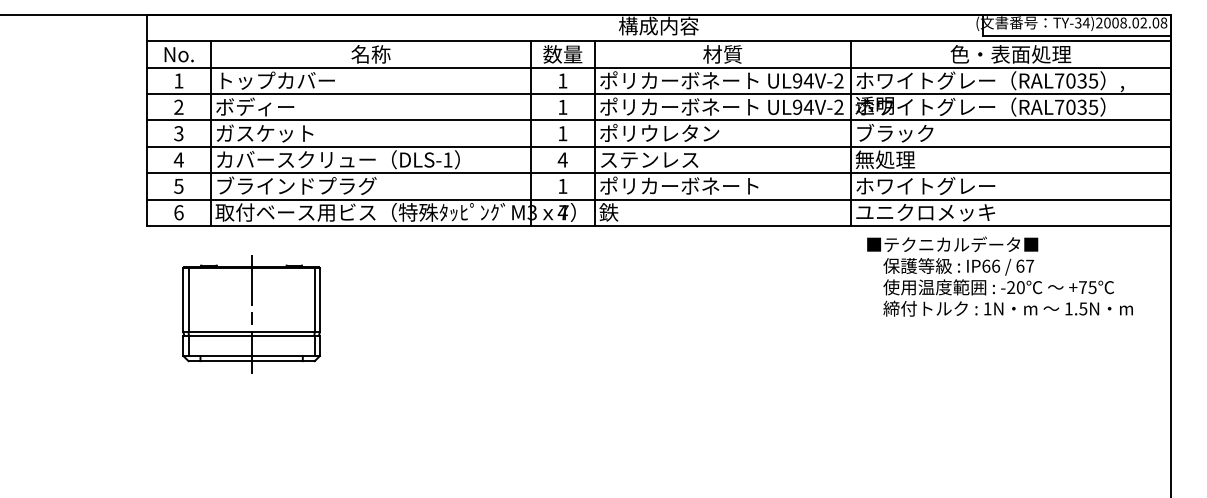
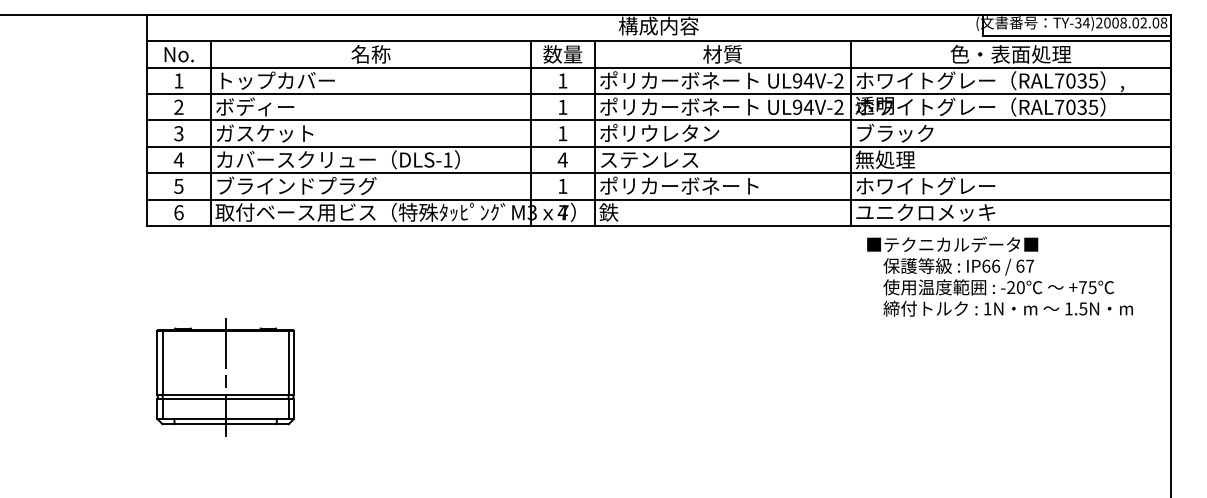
part at (251, 314) position: (251, 314) -> (225, 377)
